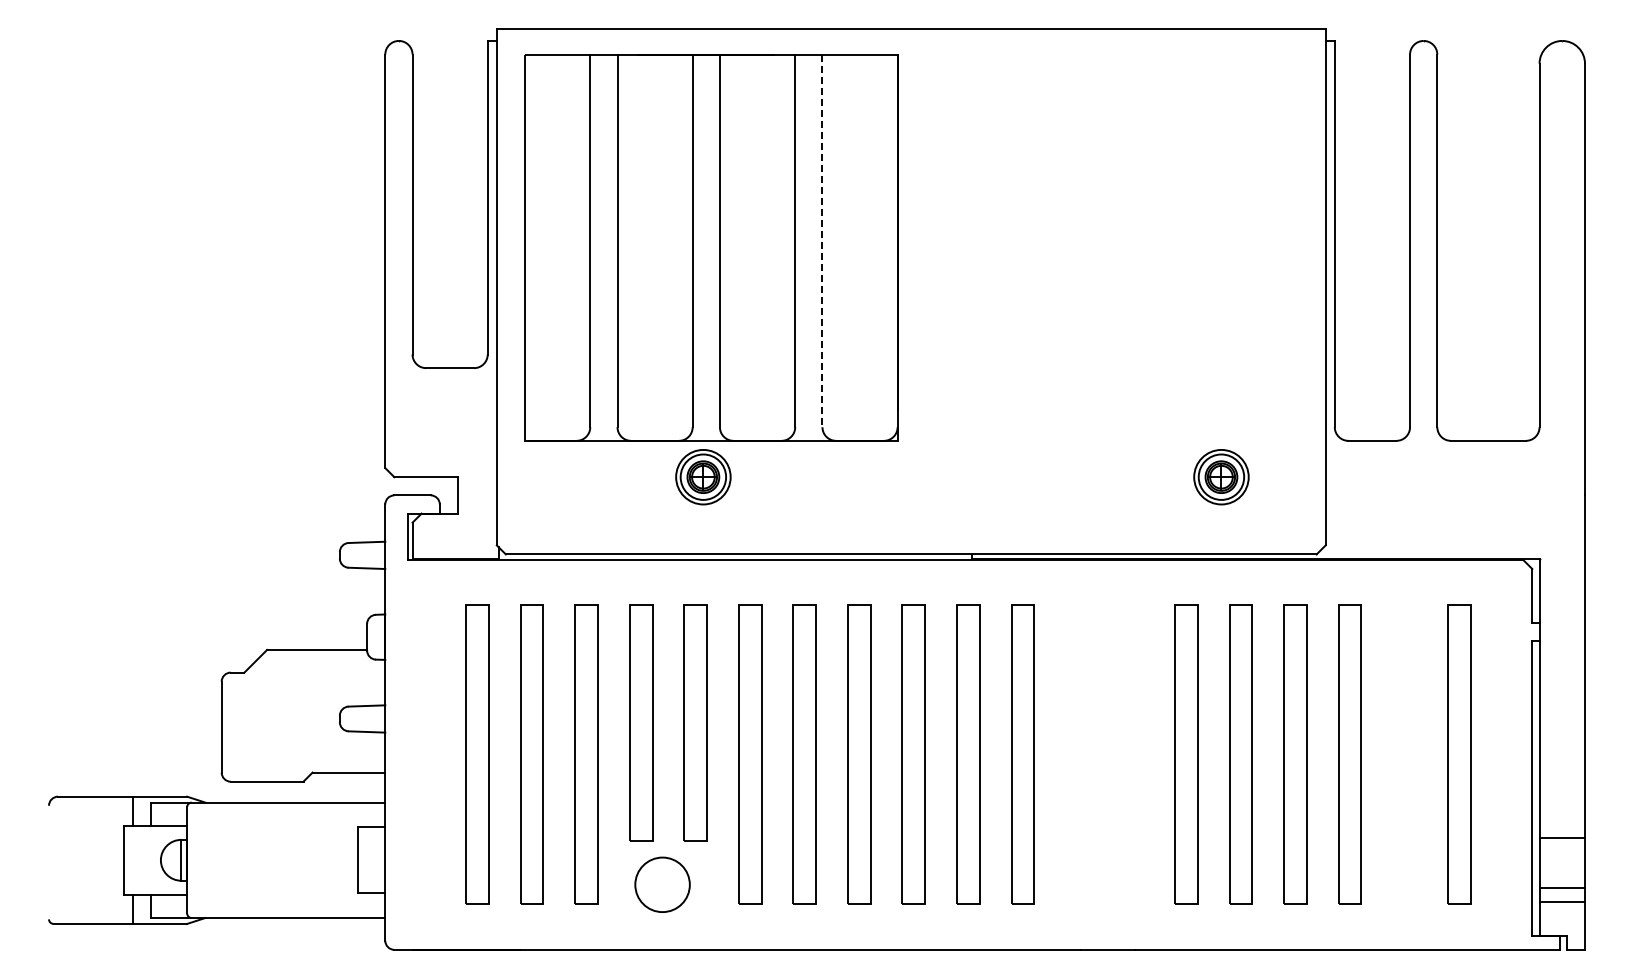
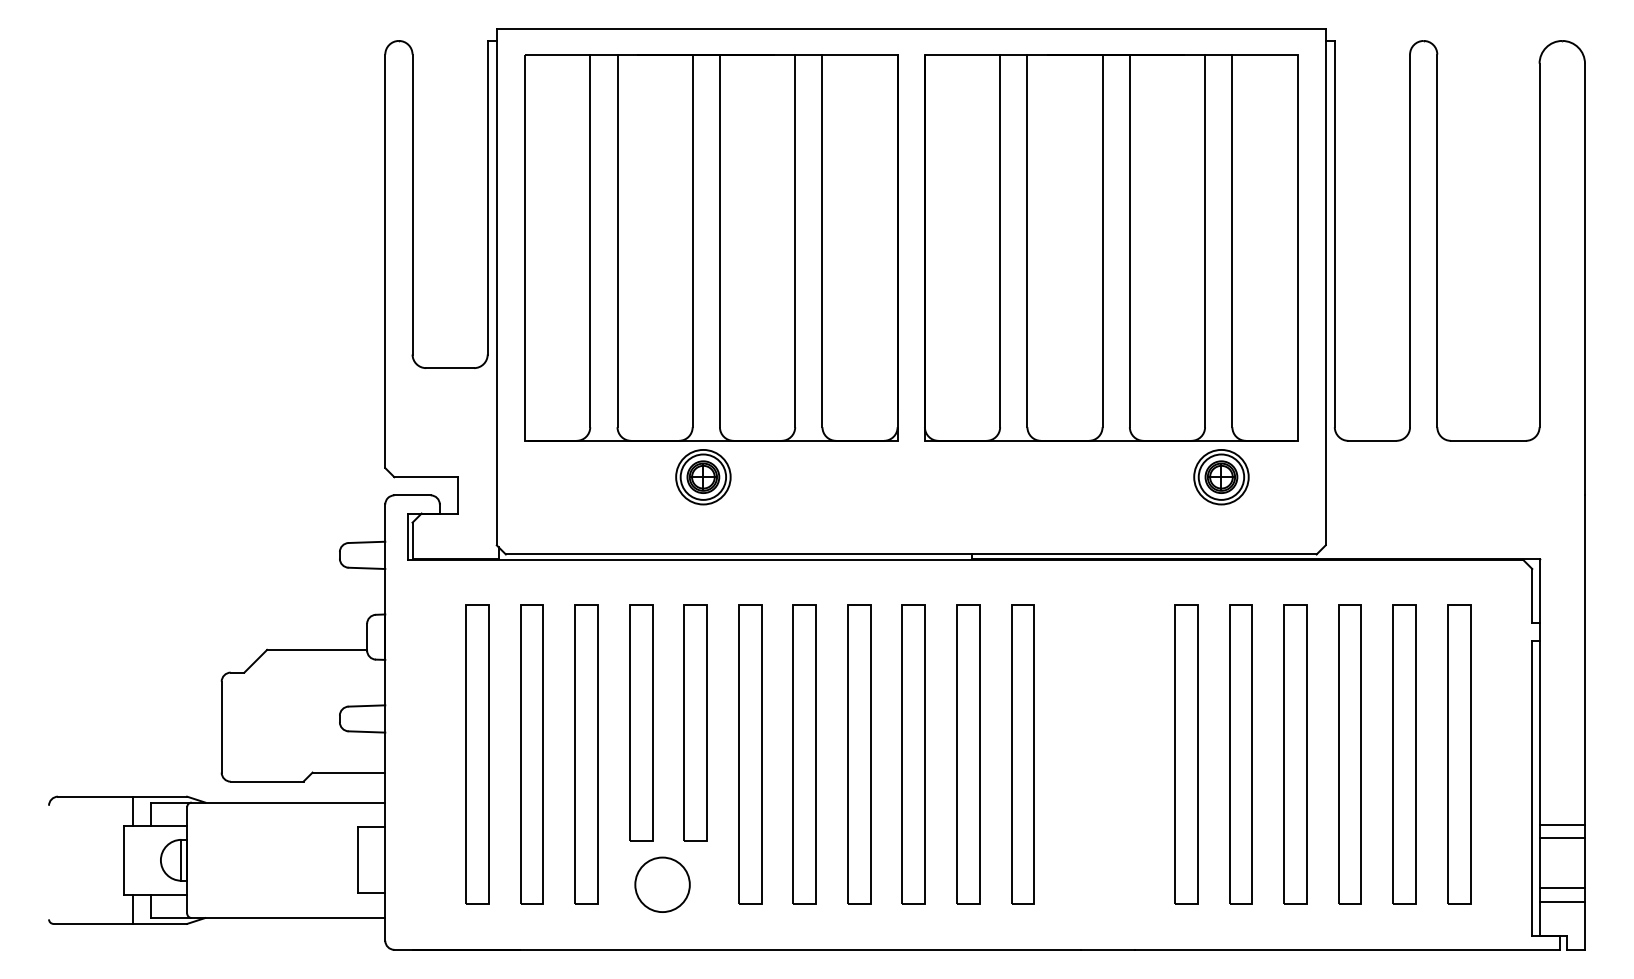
line at (822, 241): dashed -> solid
part at (1111, 247): none -> present
part at (1404, 754): none -> present
line at (1562, 824): none -> present
